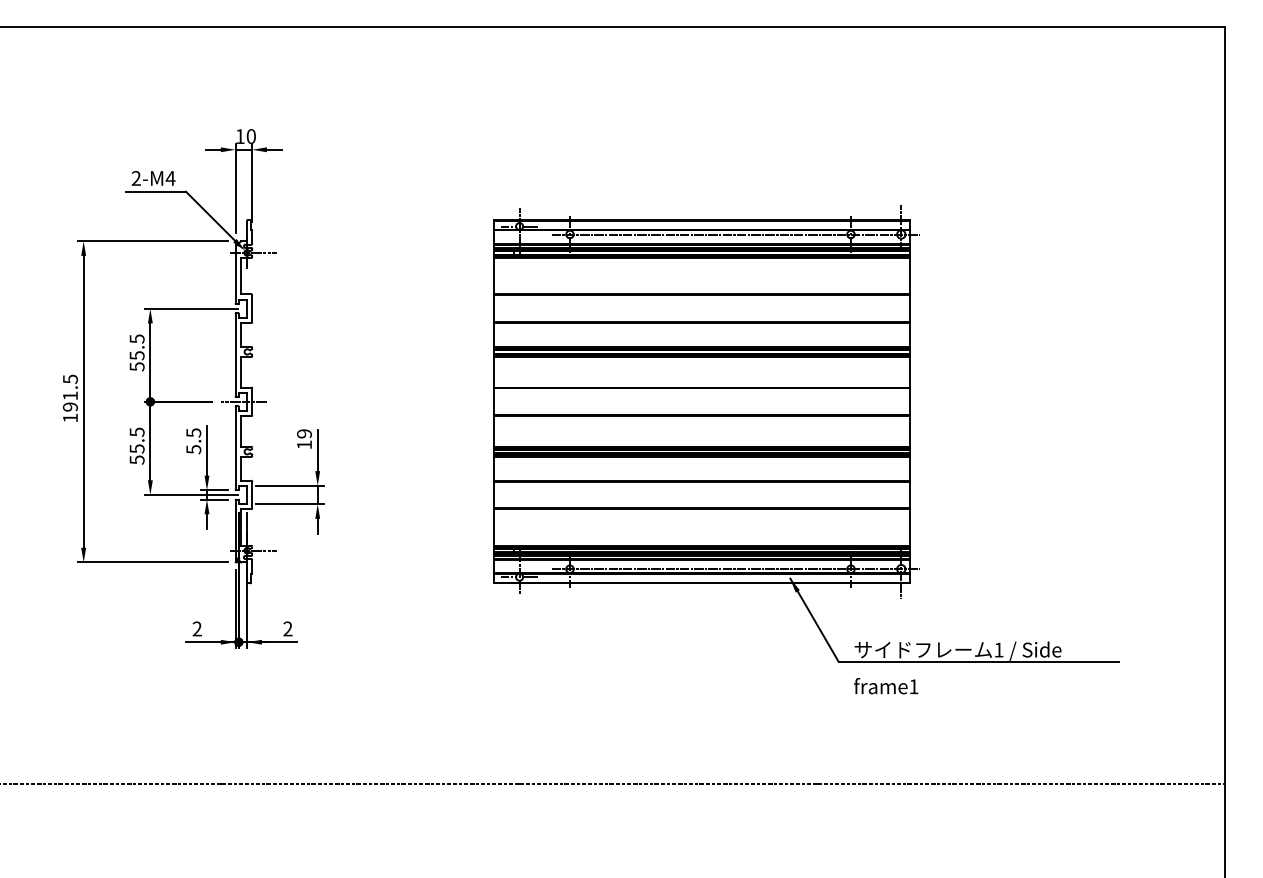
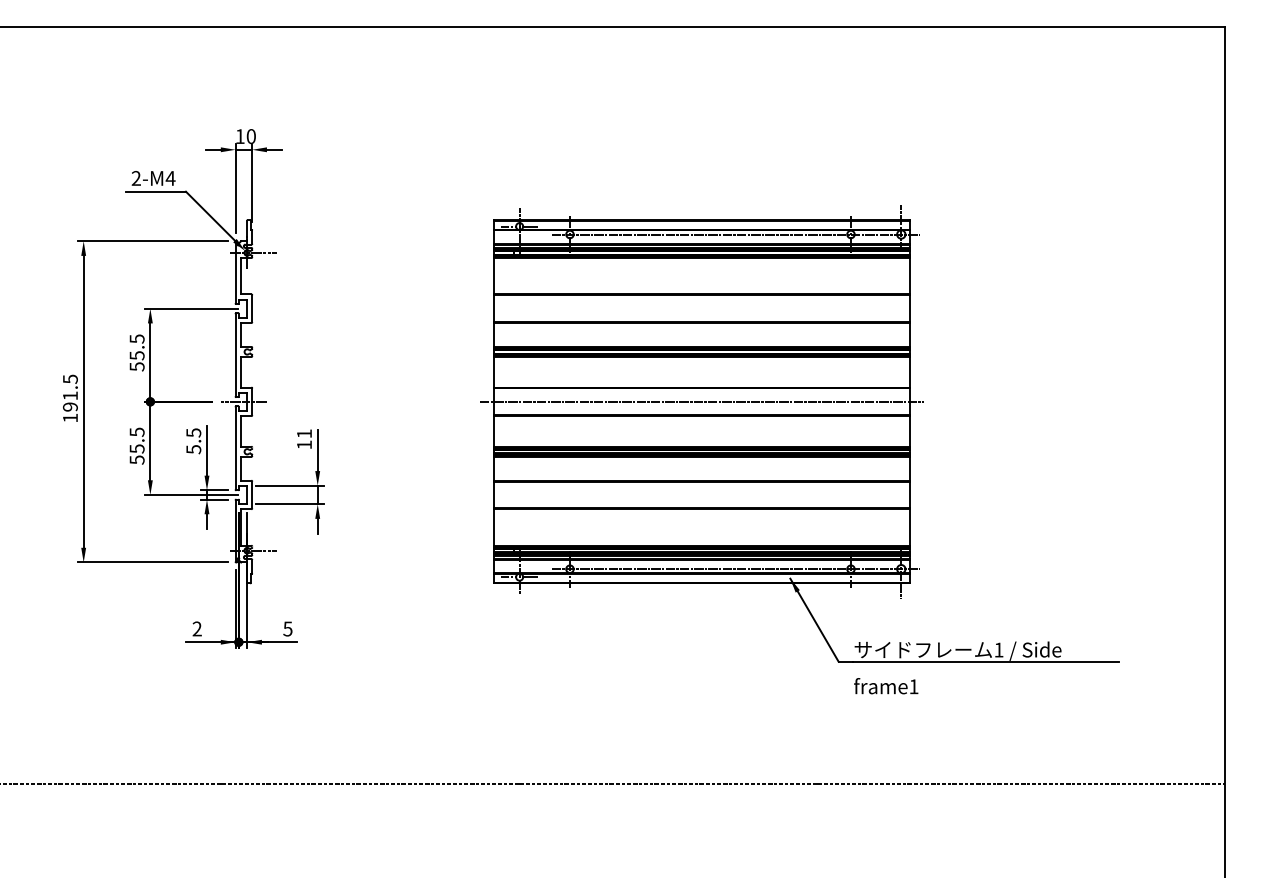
line at (701, 401): none -> present
text at (304, 433): 19 -> 11
text at (287, 628): 2 -> 5
